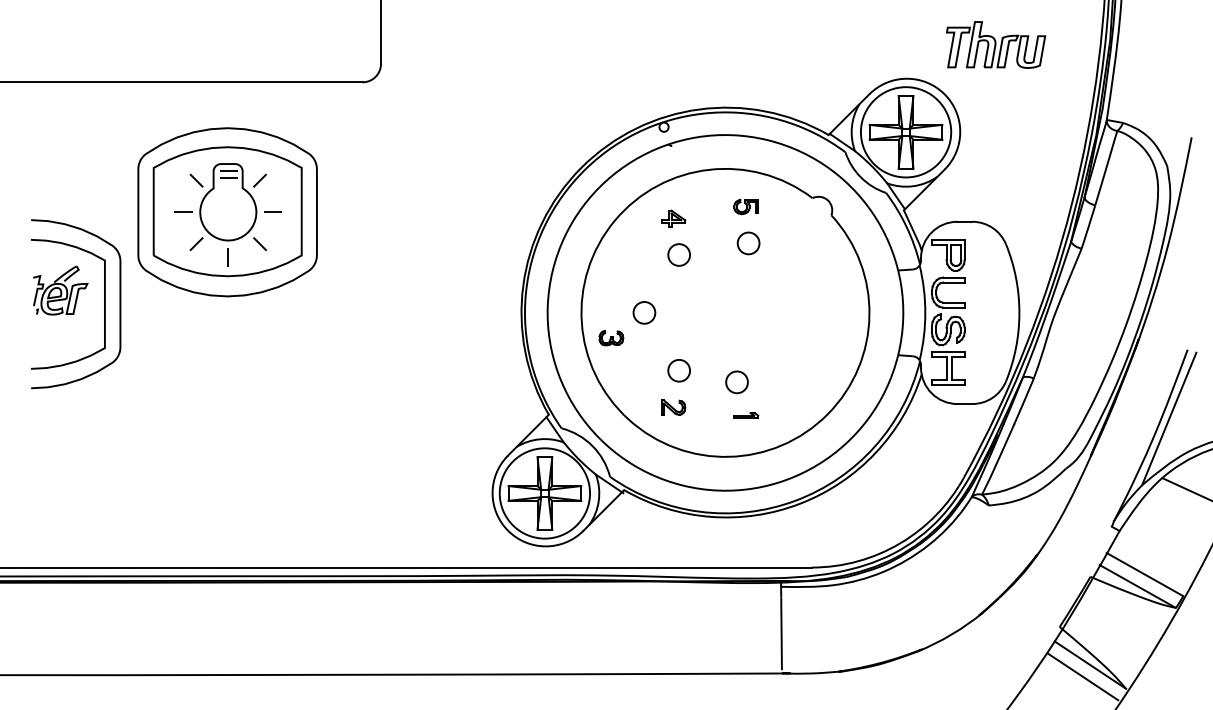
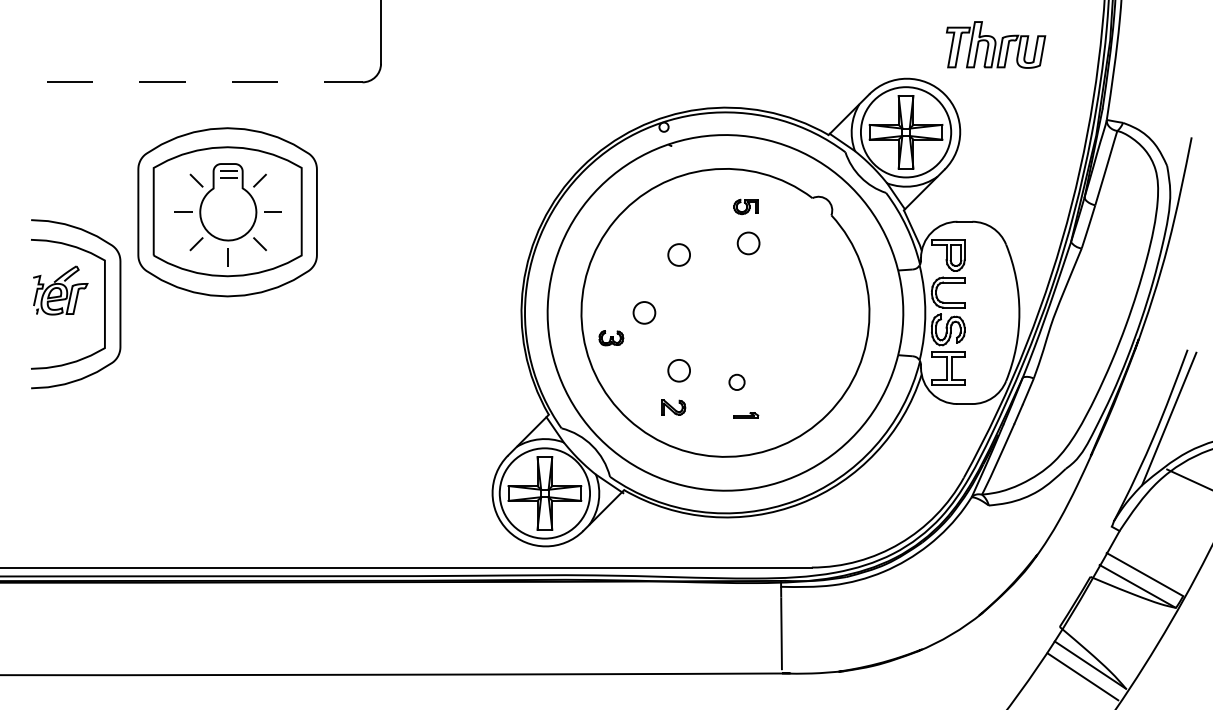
line at (181, 82): solid -> dashed
part at (673, 218): present -> none
circle at (736, 382) size: 24x25 px -> 18x18 px
line at (1186, 488) position: (1186, 488) -> (1188, 478)
